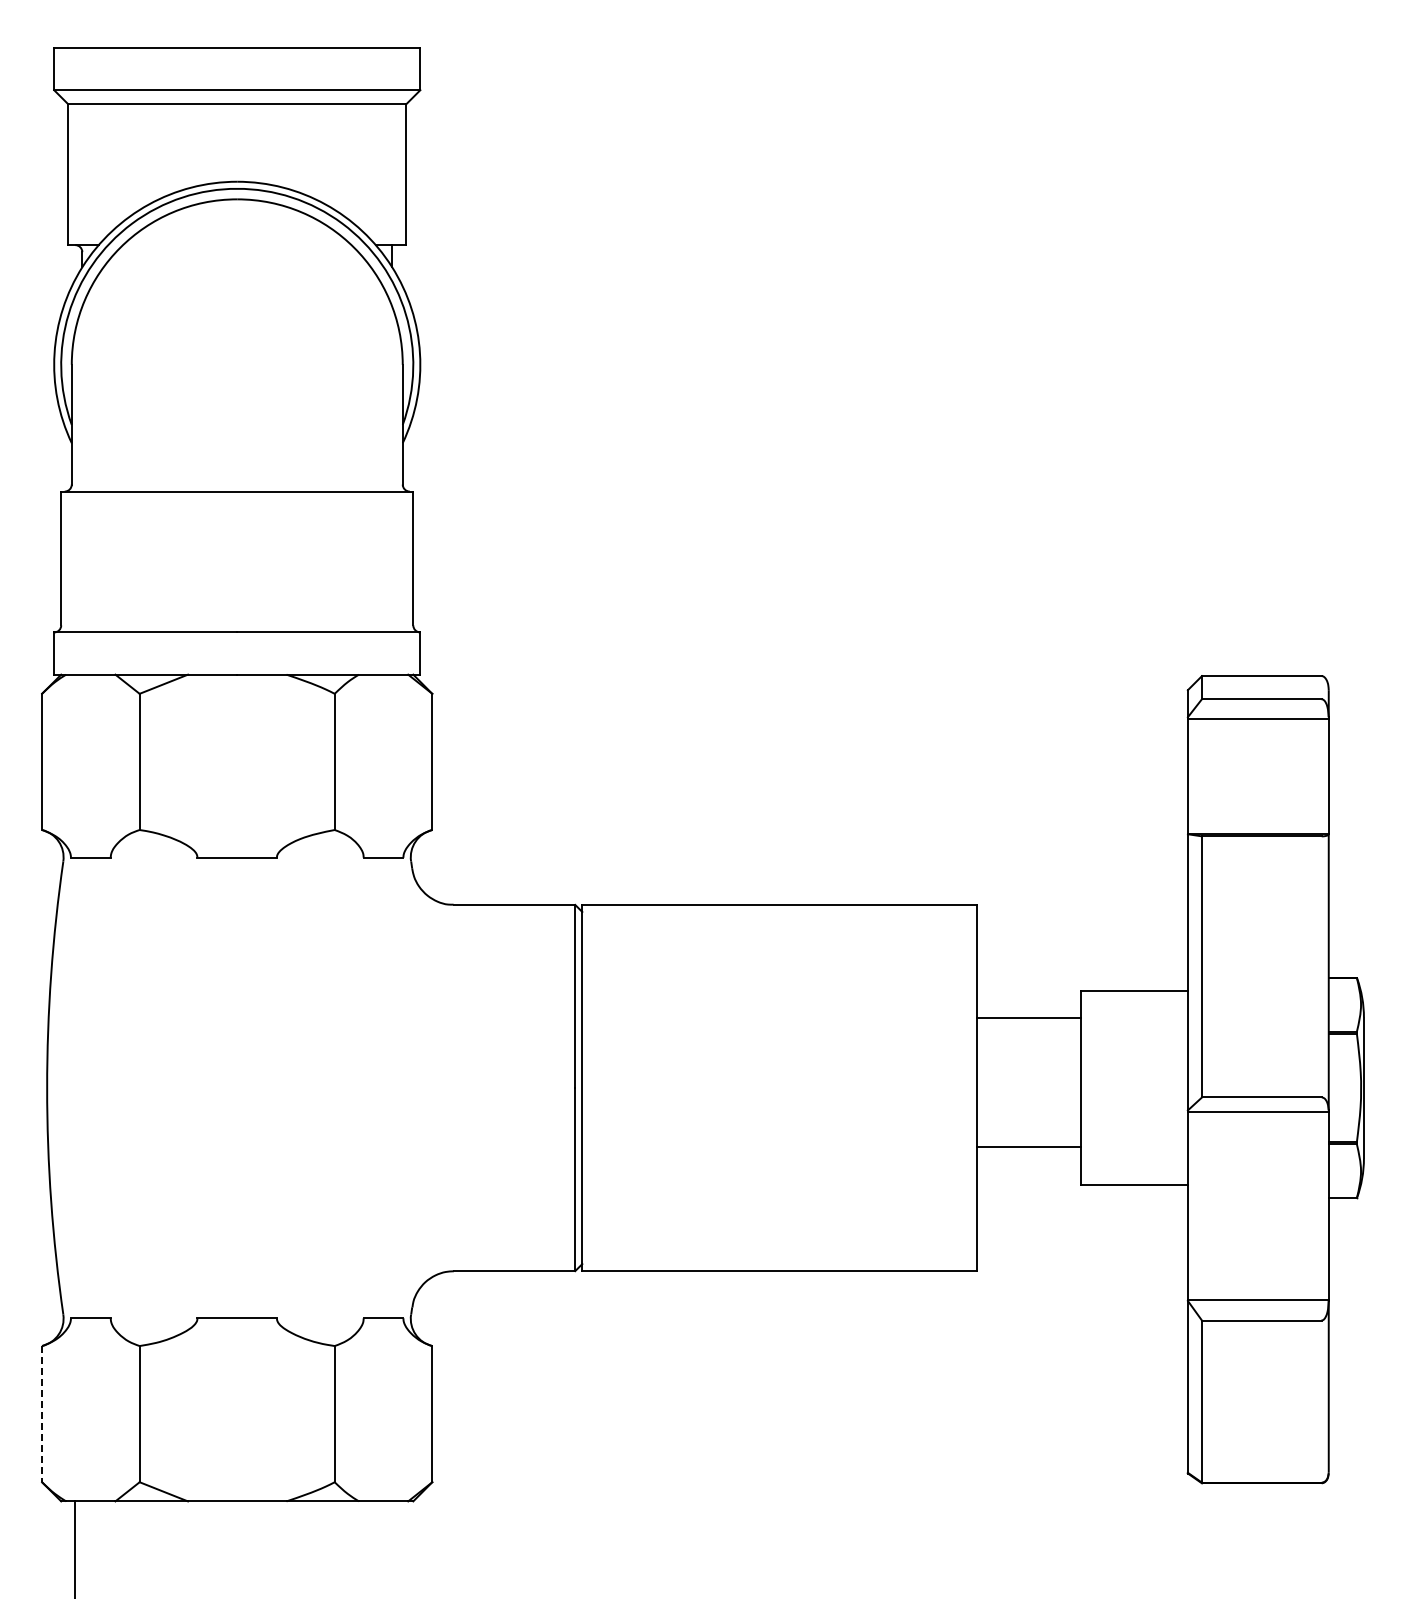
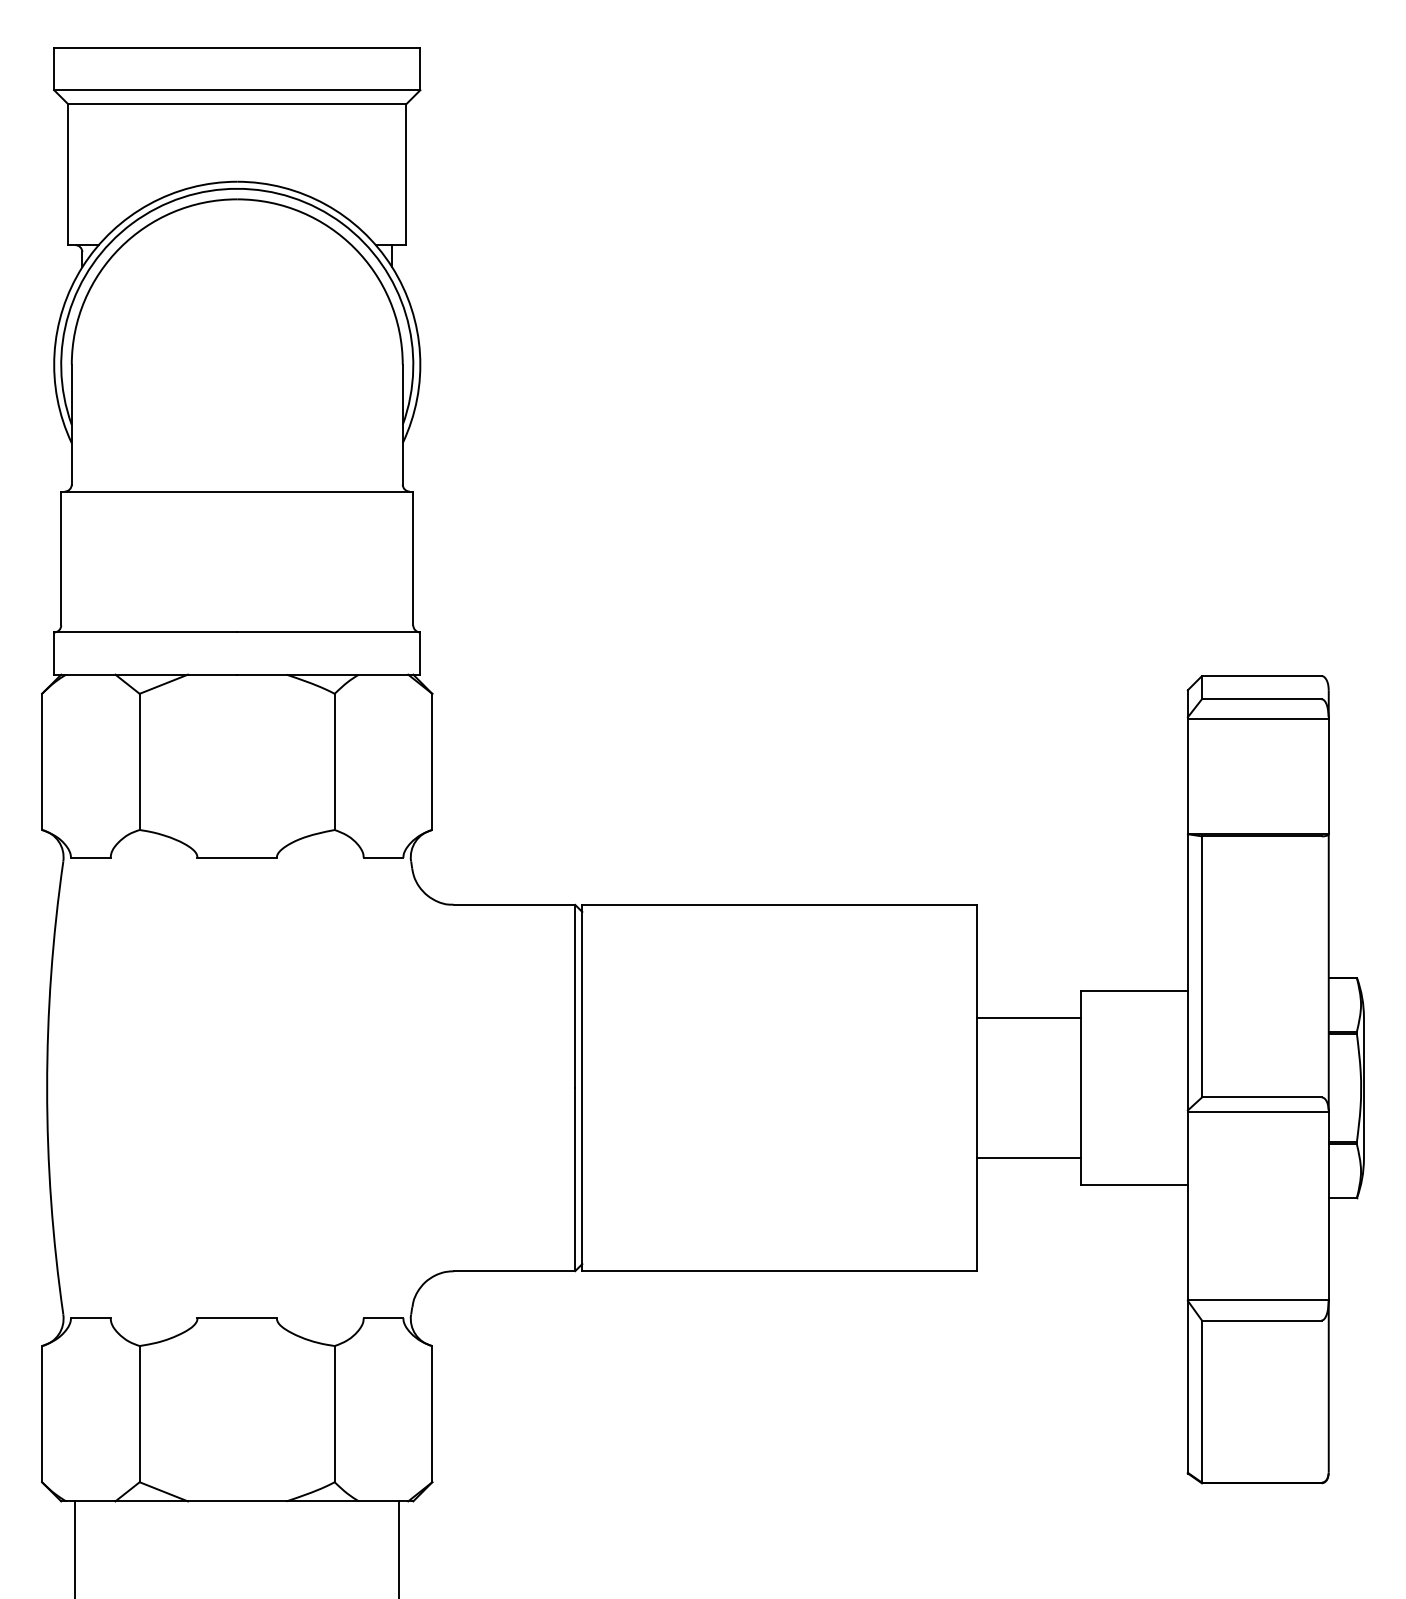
line at (1028, 1147) position: (1028, 1147) -> (1028, 1158)
line at (42, 1414): dashed -> solid
line at (399, 1548): none -> present
